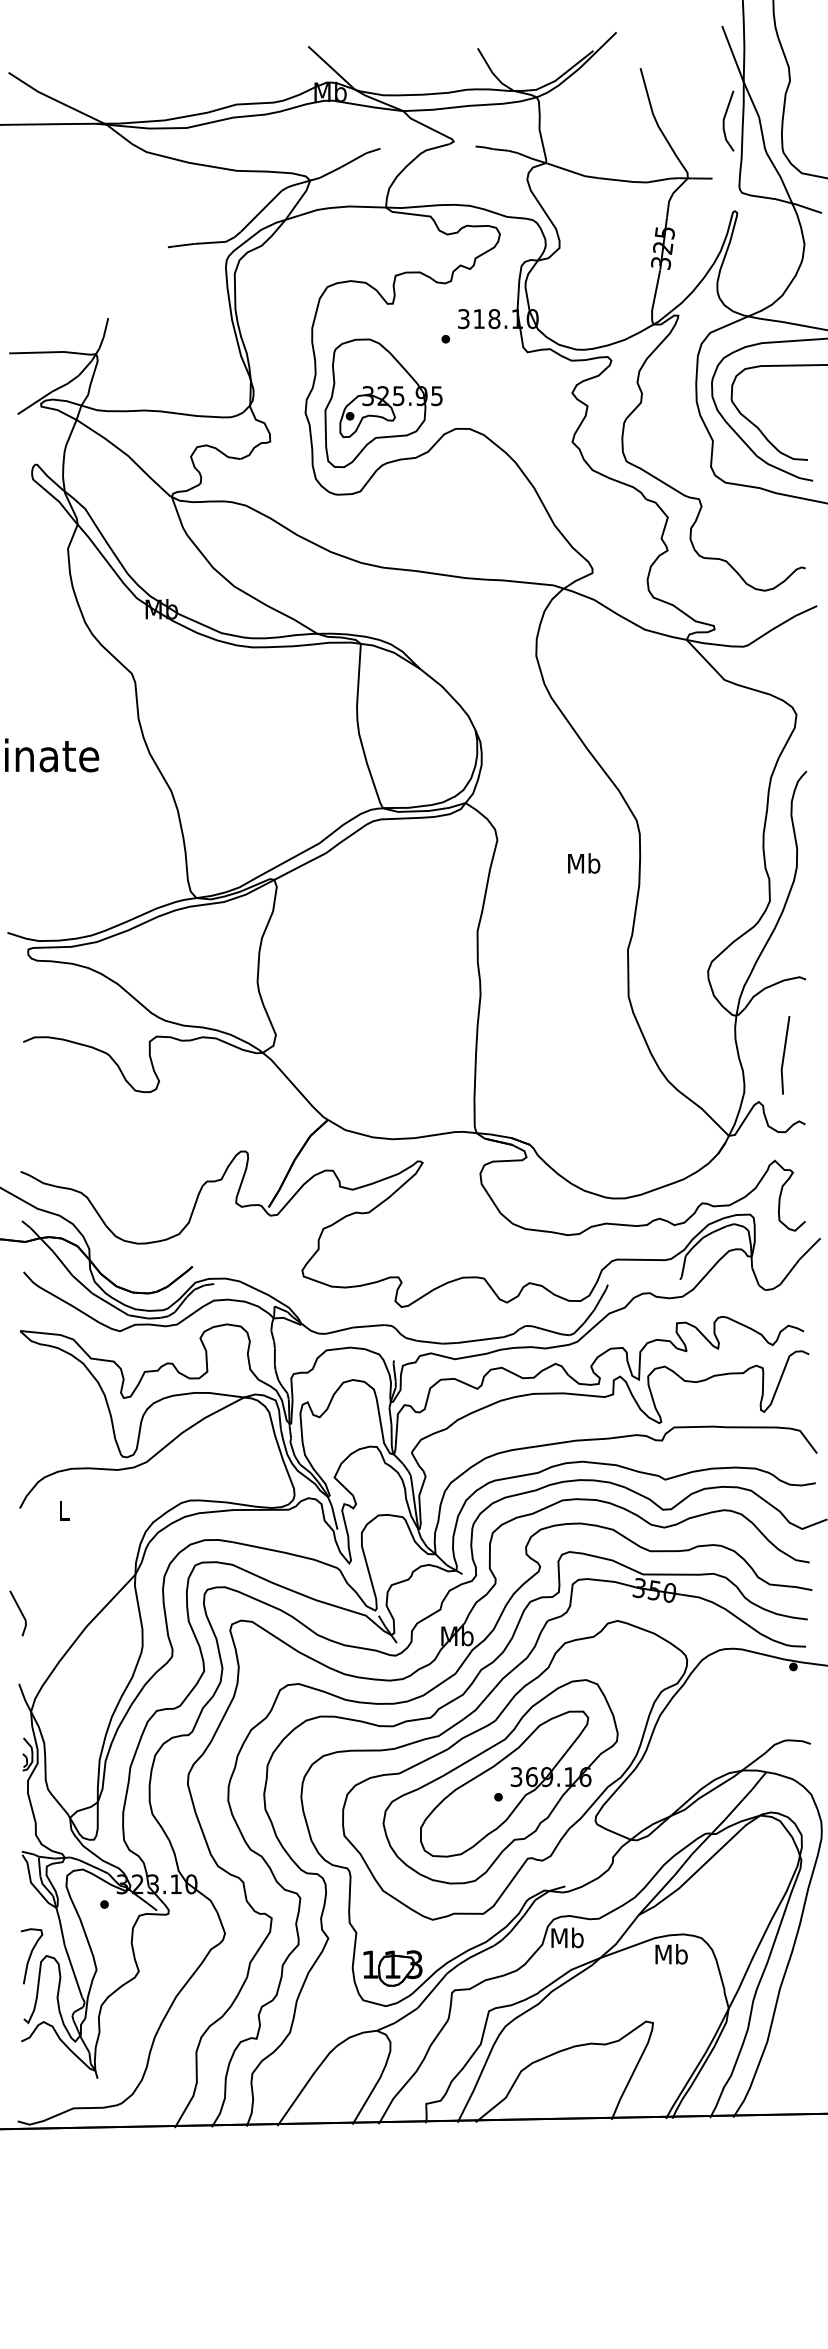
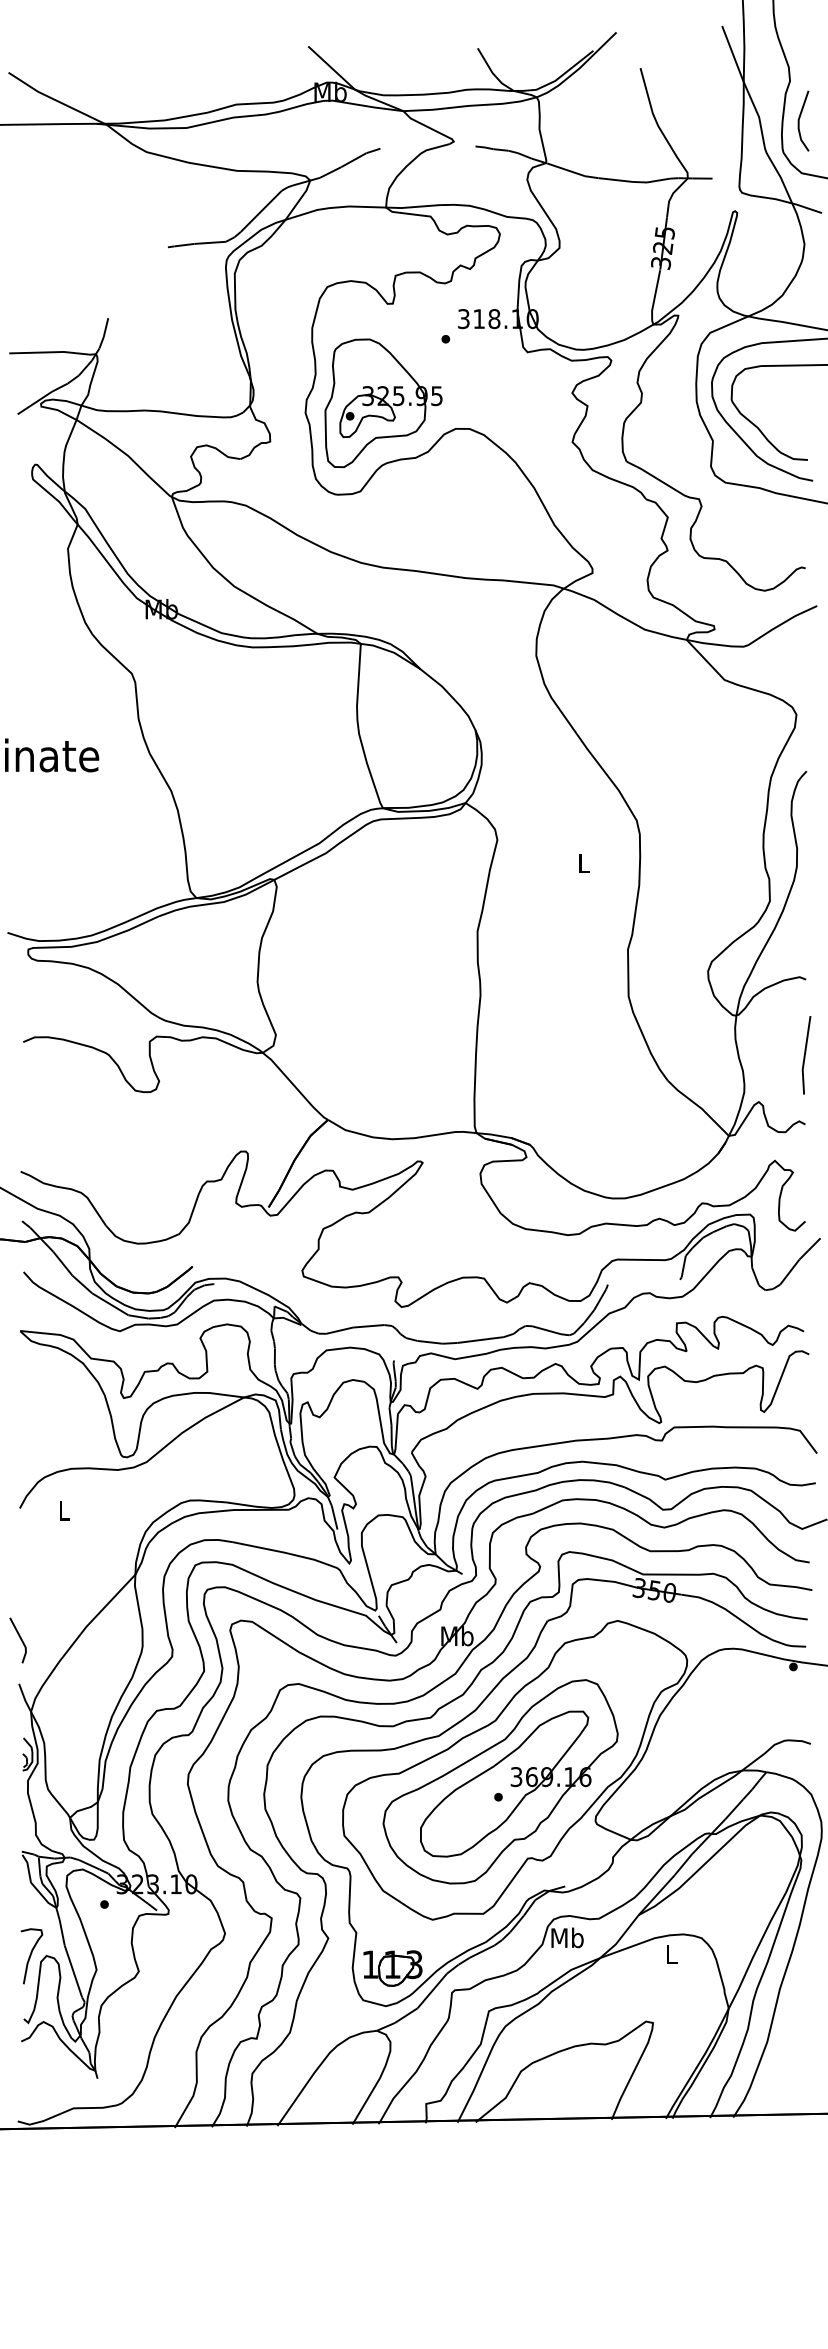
line at (725, 118) position: (725, 118) -> (800, 118)
text at (584, 863): Mb -> L
line at (784, 1055) position: (784, 1055) -> (805, 1055)
line at (19, 1611) position: (19, 1611) -> (19, 1638)
text at (671, 1954): Mb -> L
